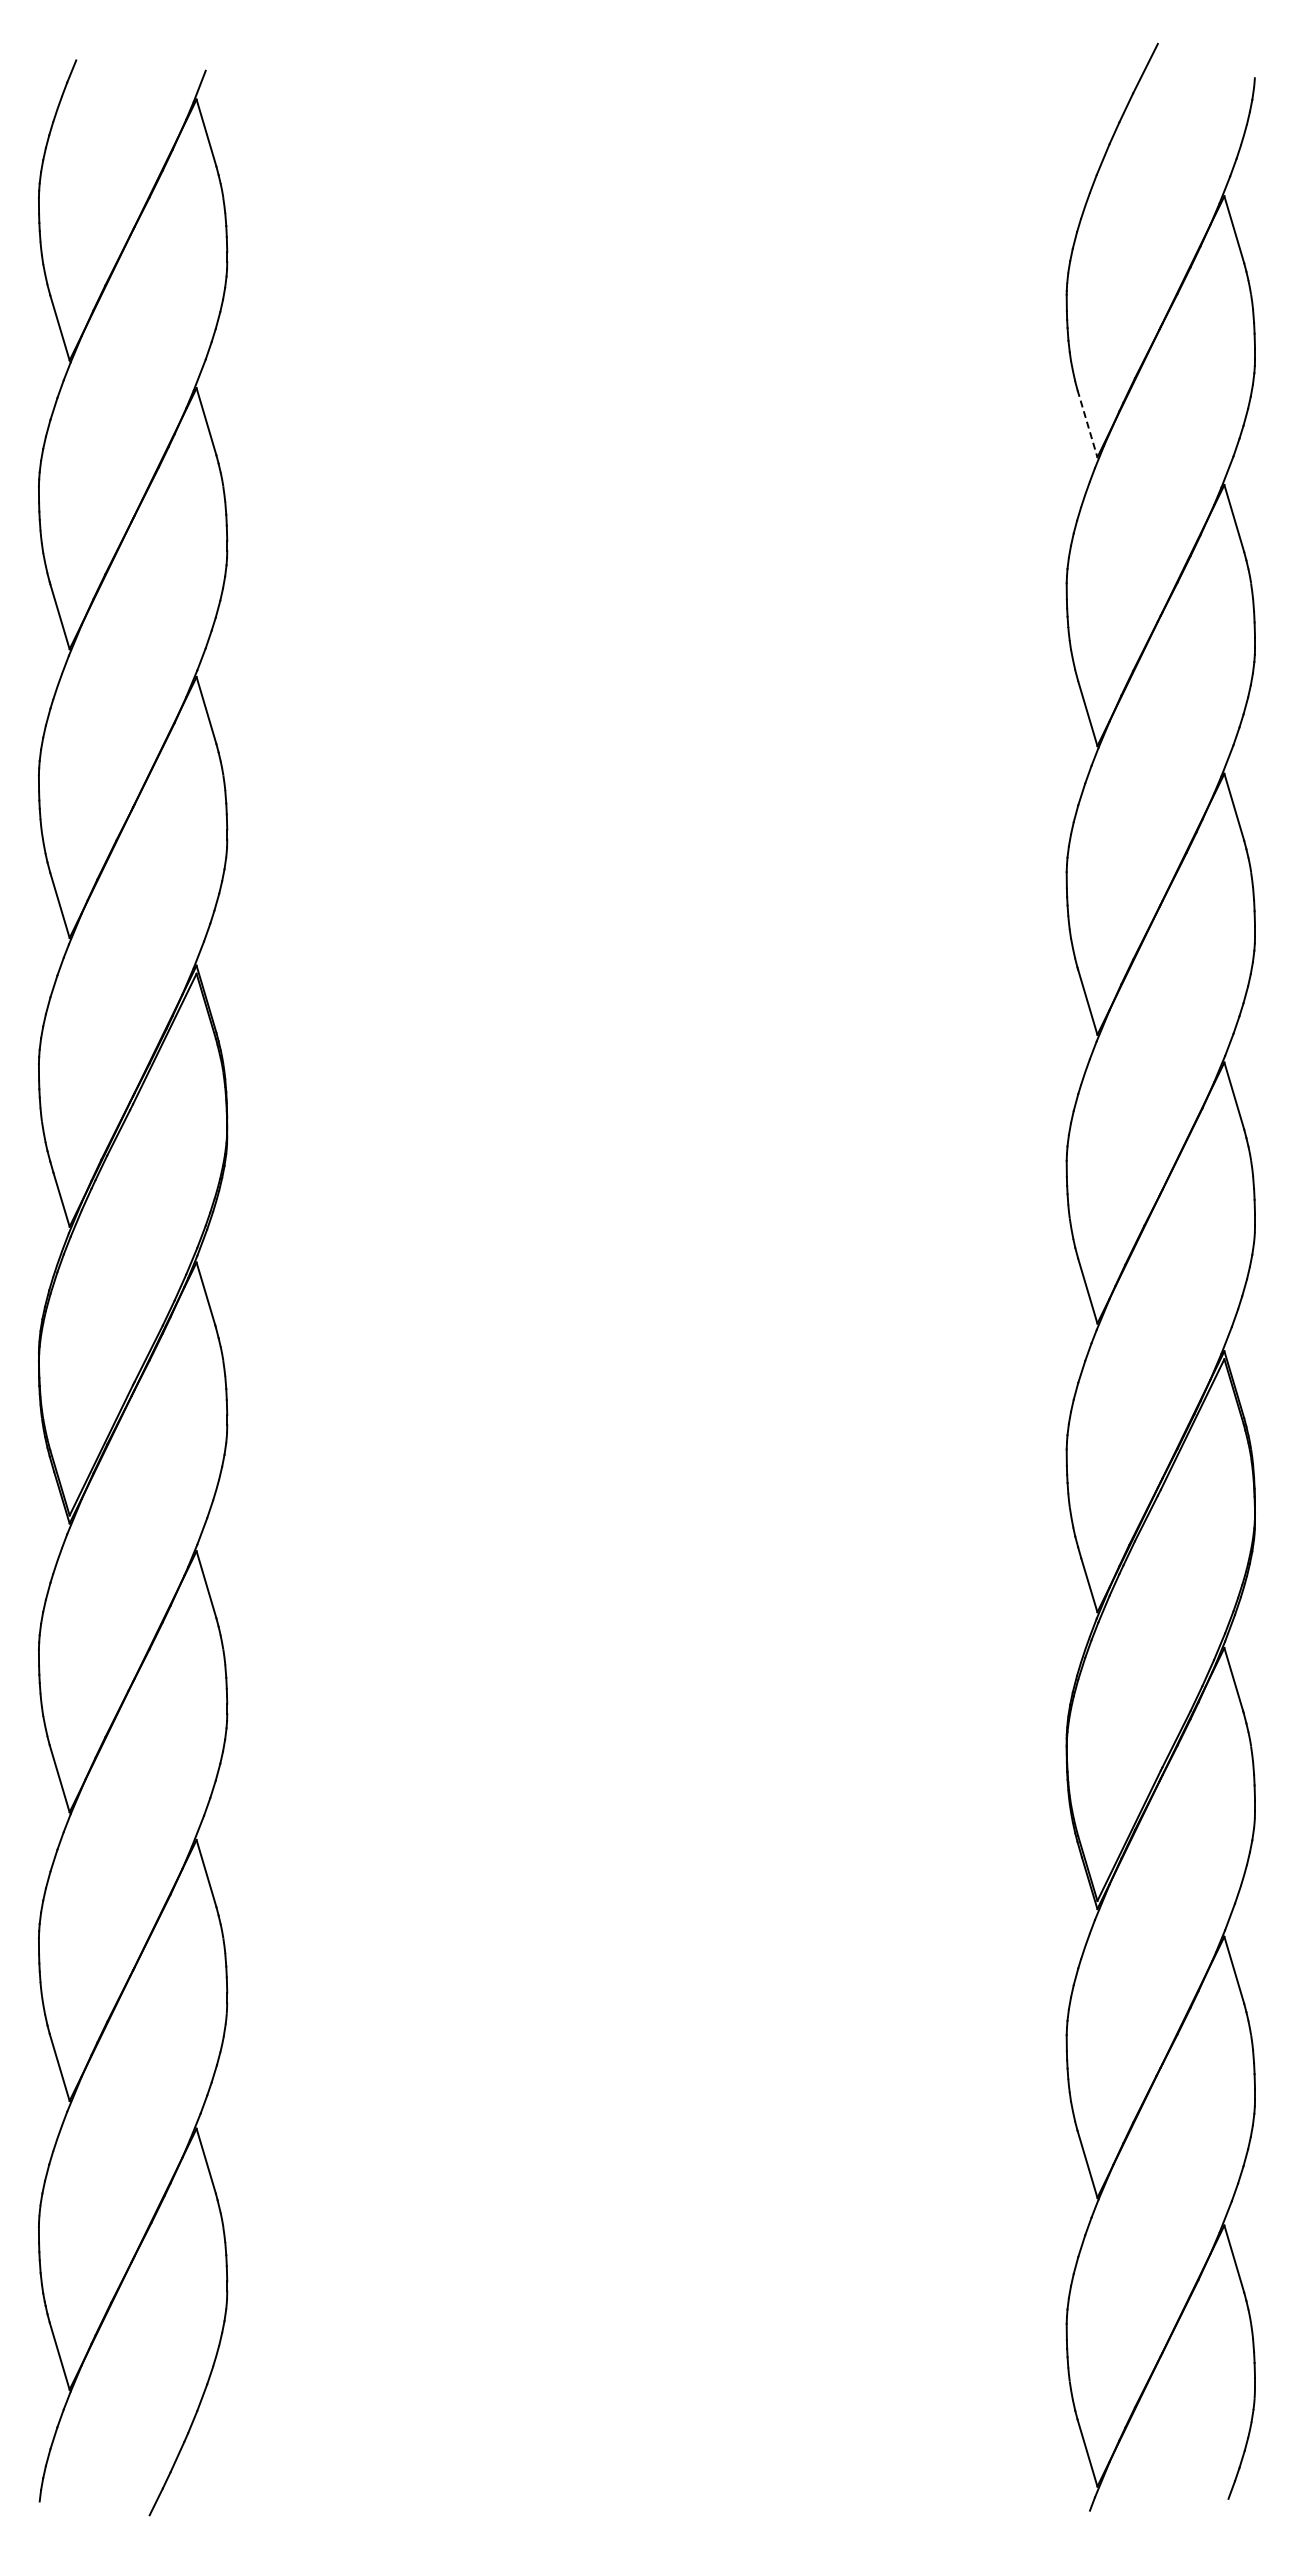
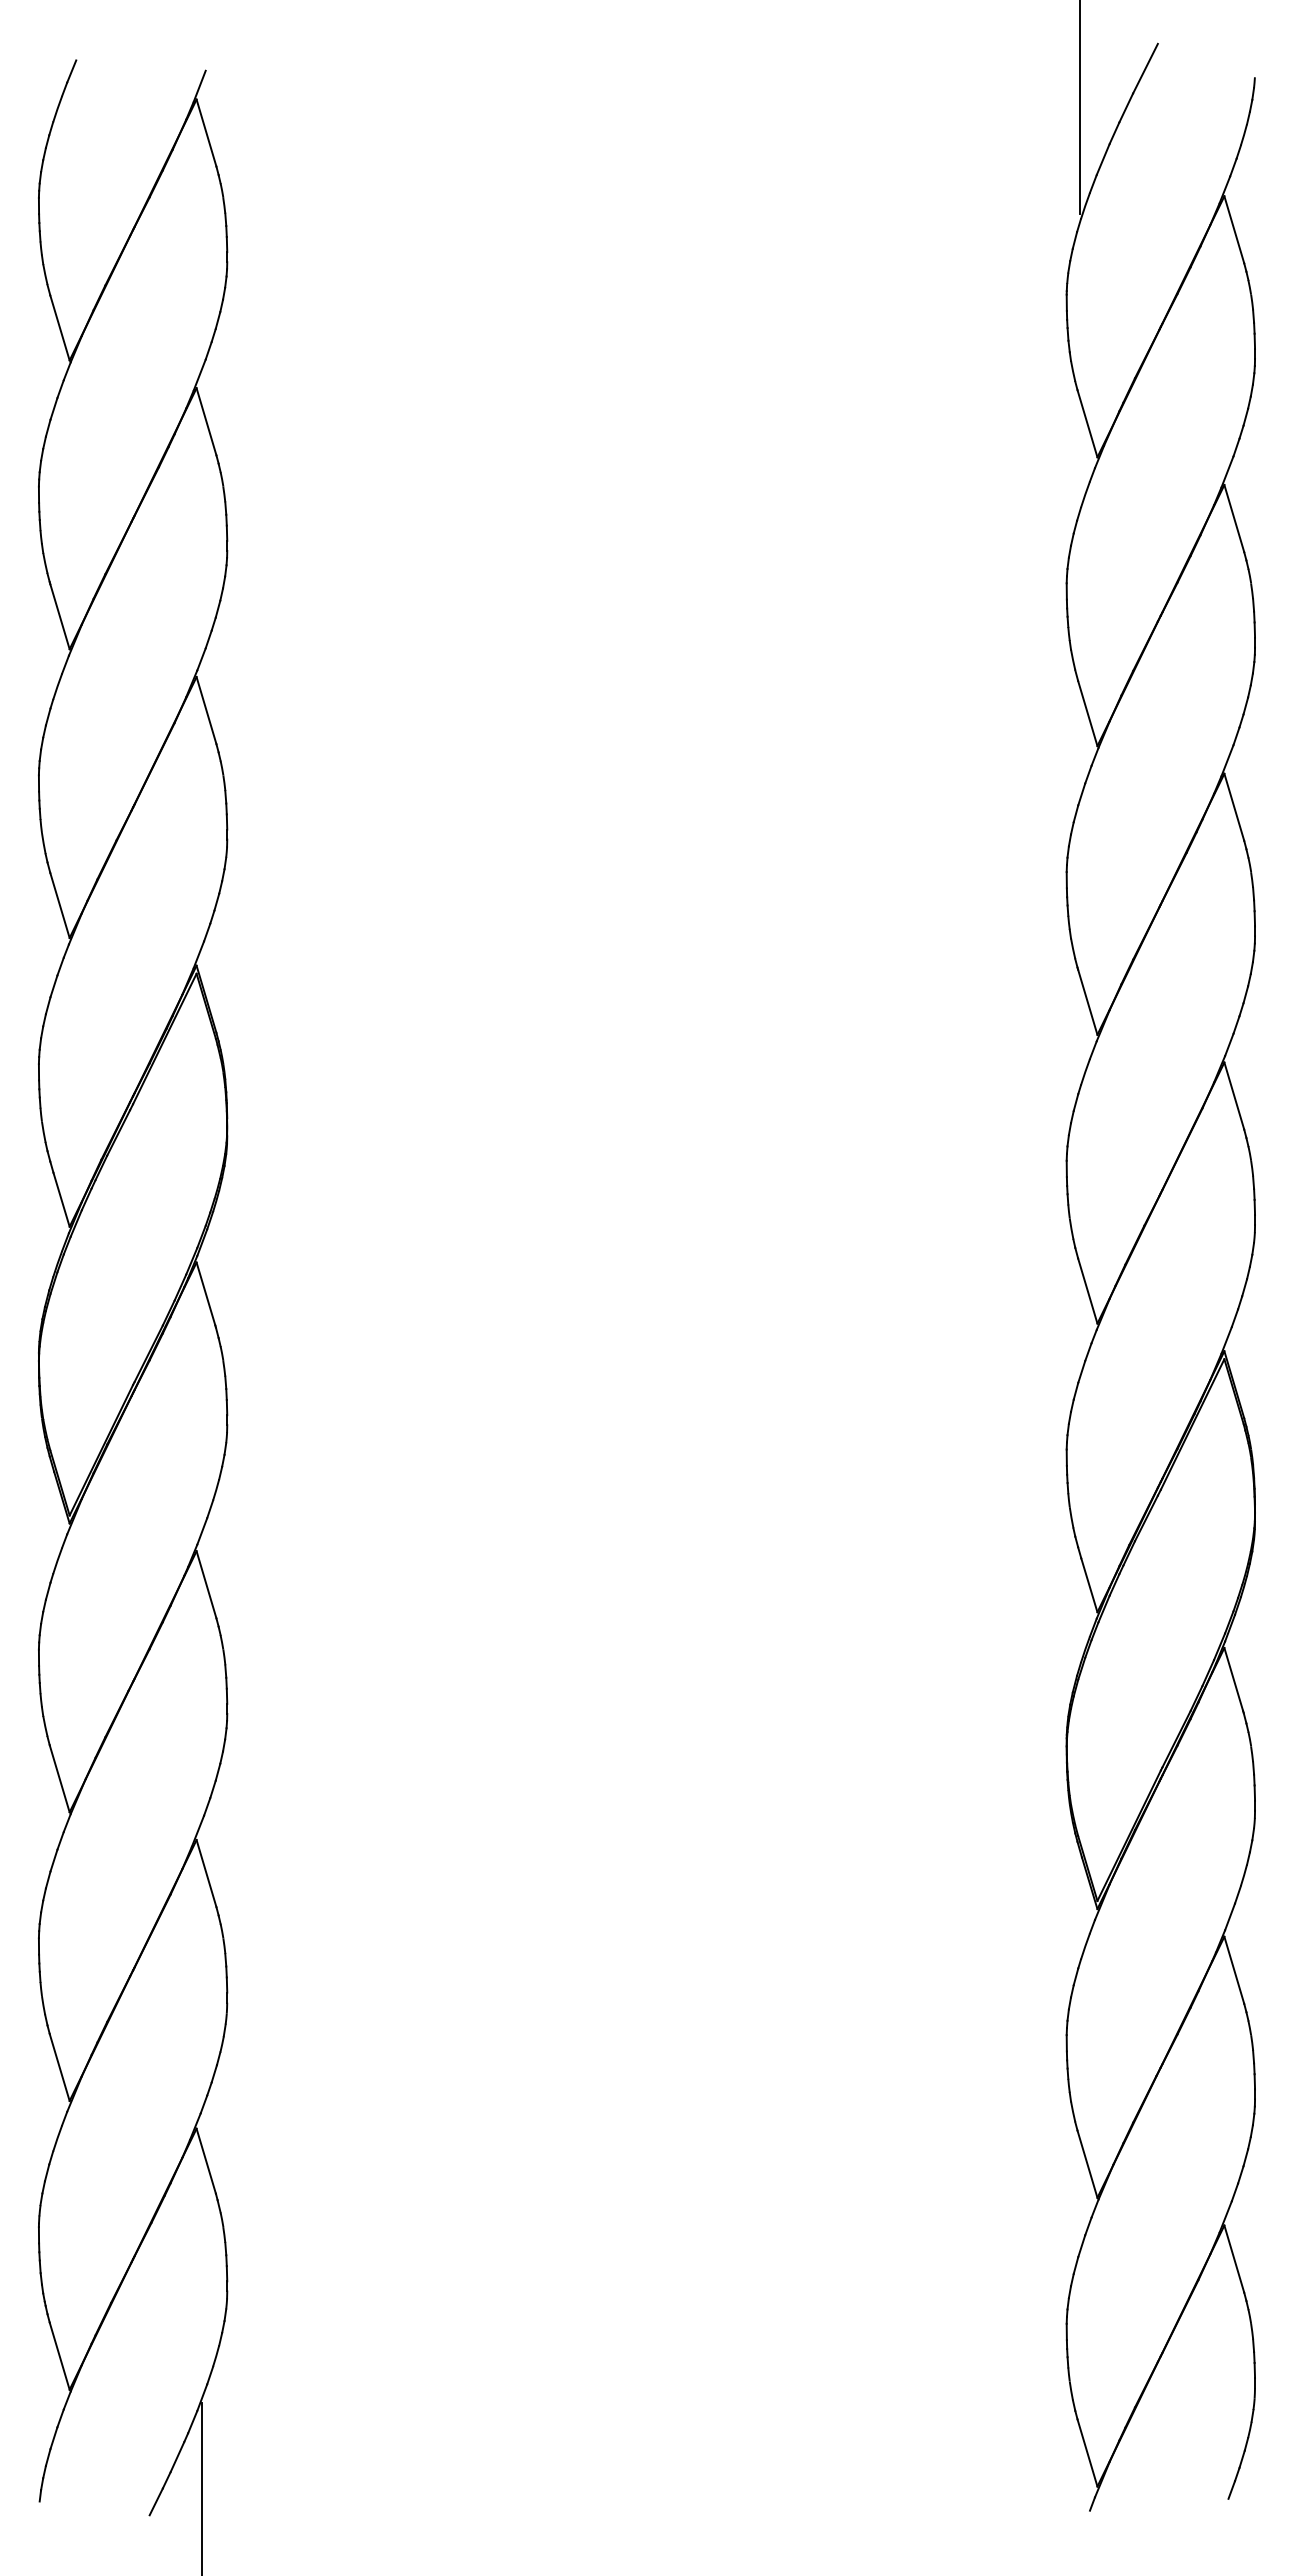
line at (1080, 108): none -> present
line at (1087, 424): dashed -> solid
line at (201, 2487): none -> present
